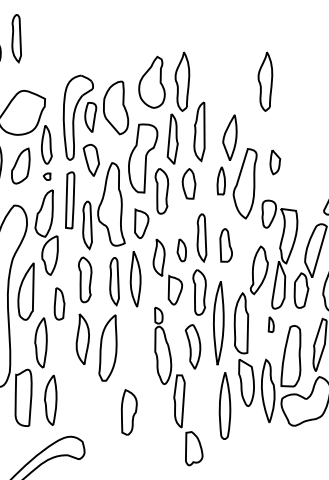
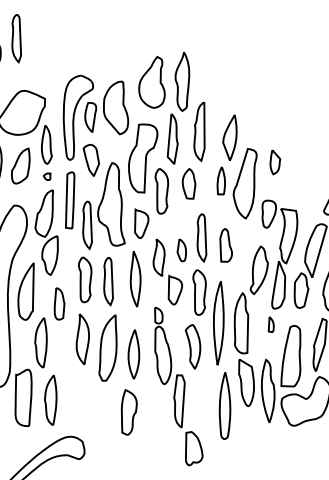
part at (265, 81): present -> none
part at (114, 281) position: (114, 281) -> (108, 281)
part at (133, 354): none -> present
